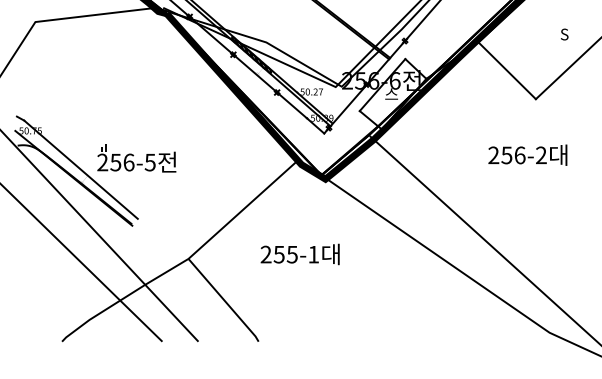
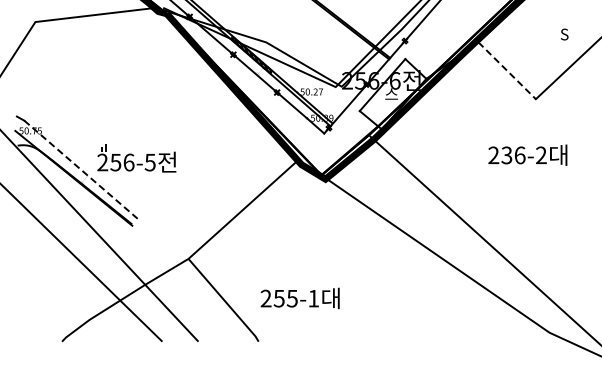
line at (507, 71): solid -> dashed
text at (507, 154): 256-2 -> 236-2
line at (81, 170): solid -> dashed
text at (299, 254) position: (299, 254) -> (299, 298)
